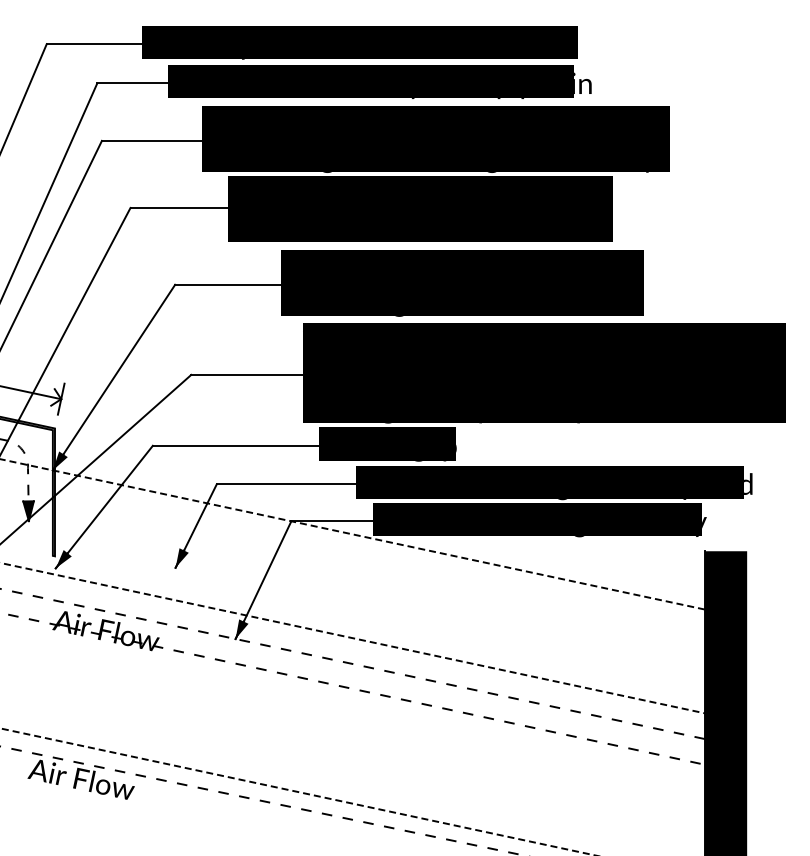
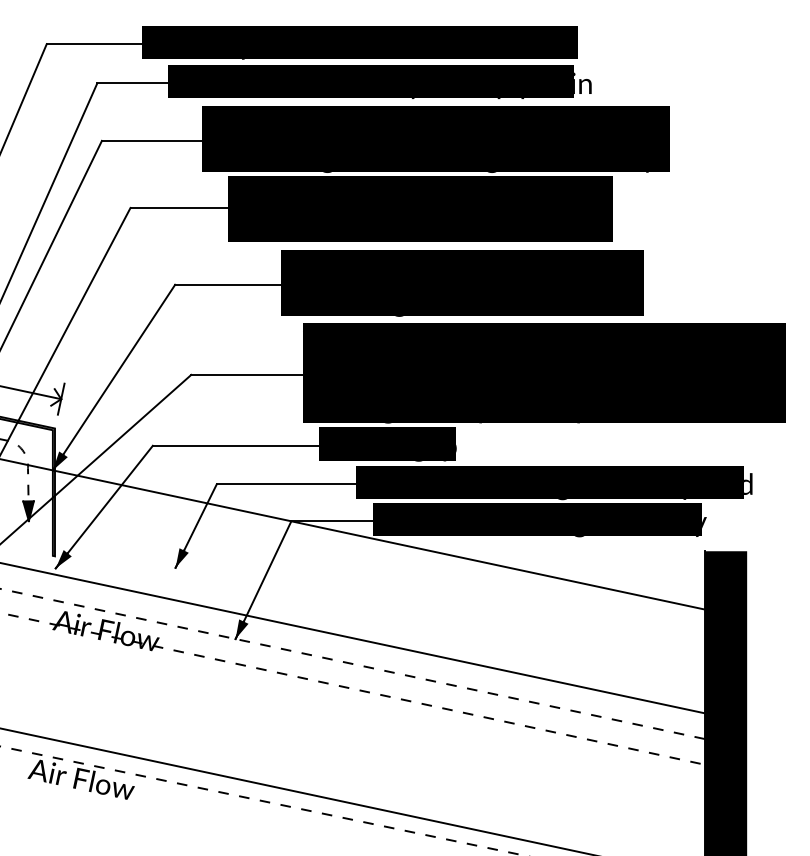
line at (0, 563): dashed -> solid
line at (299, 792): dashed -> solid
